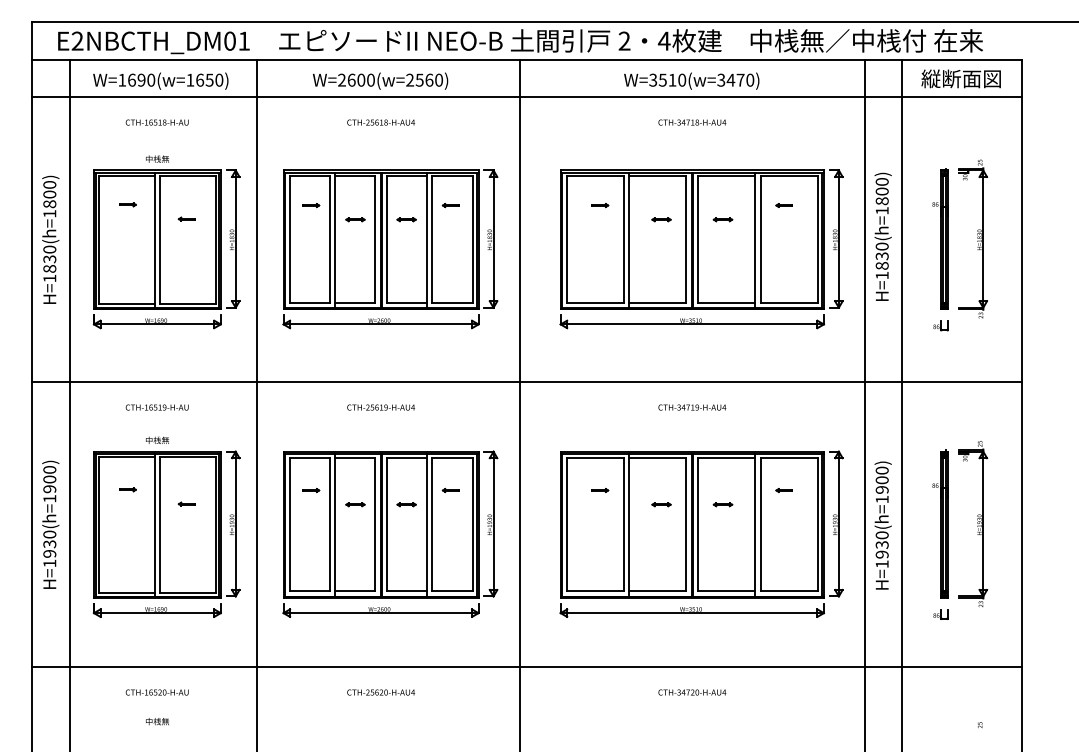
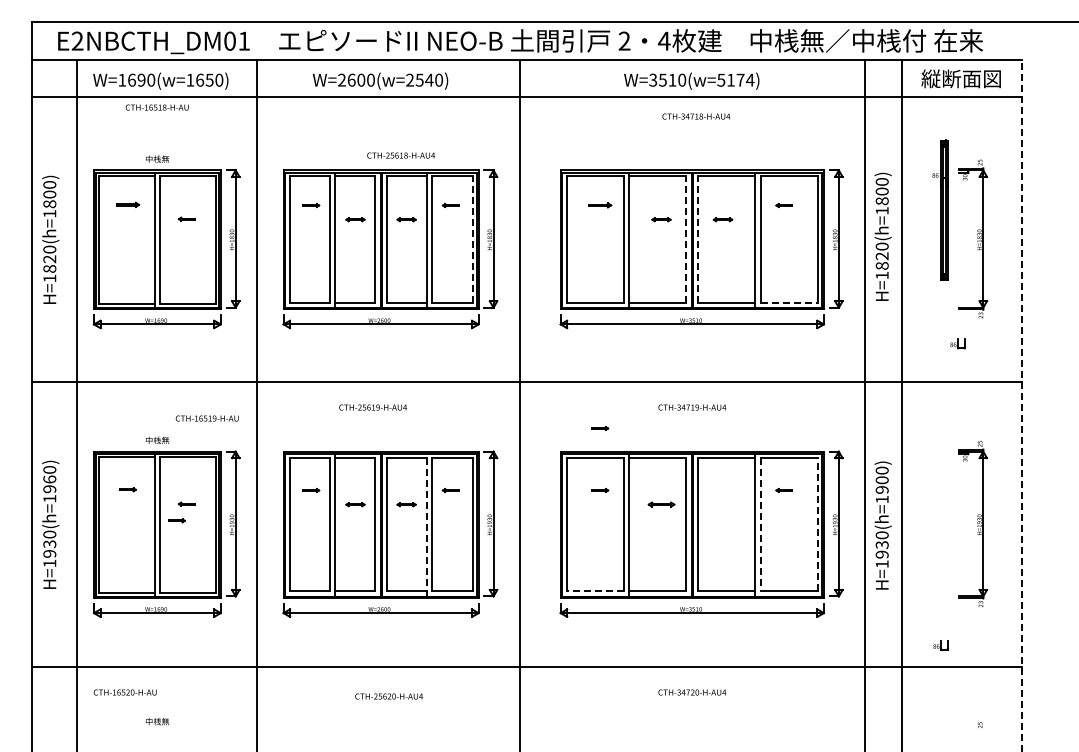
text at (429, 79): W=2600(w=2560) -> W=2600(w=2540)
text at (735, 79): W=3510(w=3470) -> W=3510(w=5174)
text at (156, 122) position: (156, 122) -> (156, 107)
text at (380, 122) position: (380, 122) -> (400, 155)
text at (692, 122) position: (692, 122) -> (696, 116)
part at (127, 204) size: 18x6 px -> 25x7 px
part at (600, 205) size: 19x6 px -> 25x7 px
part at (940, 238) position: (940, 238) -> (940, 209)
line at (472, 239): solid -> dashed
line at (686, 239): solid -> dashed
line at (698, 239): solid -> dashed
text at (882, 256): H=1830(h=1800) -> H=1820(h=1800)
text at (50, 259): H=1830(h=1800) -> H=1820(h=1800)
line at (789, 302): solid -> dashed
part at (940, 325) position: (940, 325) -> (957, 343)
line at (69, 403) position: (69, 403) -> (76, 403)
line at (1022, 405): solid -> dashed
text at (156, 407) position: (156, 407) -> (206, 418)
text at (380, 407) position: (380, 407) -> (372, 407)
part at (600, 428): none -> present
text at (49, 479): H=1930(h=1900) -> H=1930(h=1960)
part at (661, 504) size: 21x6 px -> 29x7 px
part at (722, 504): present -> none
part at (176, 520): none -> present
part at (940, 523): present -> none
line at (760, 524): solid -> dashed
line at (817, 524): solid -> dashed
line at (427, 525): solid -> dashed
line at (595, 591): solid -> dashed
part at (940, 614) position: (940, 614) -> (940, 645)
text at (156, 692) position: (156, 692) -> (124, 692)
text at (380, 692) position: (380, 692) -> (388, 696)
